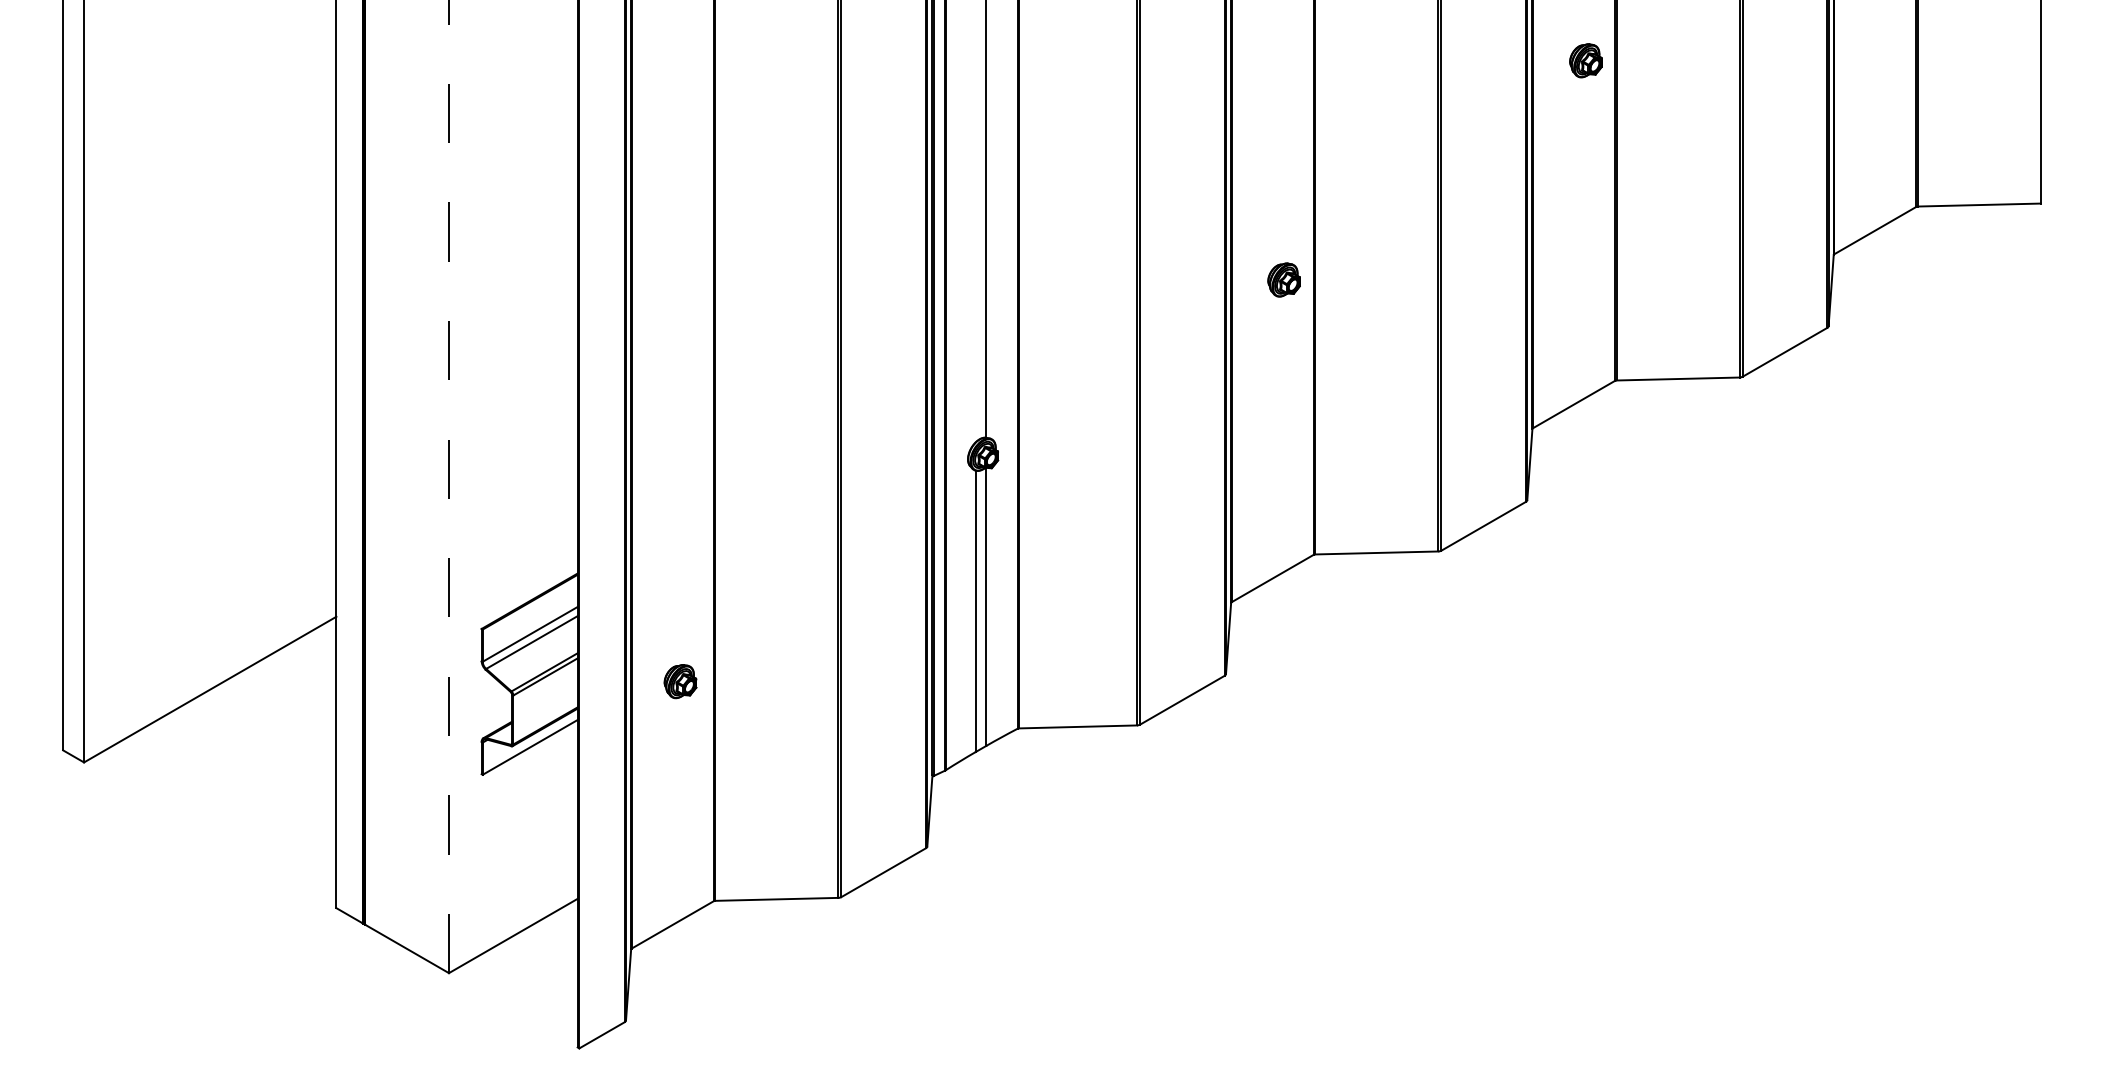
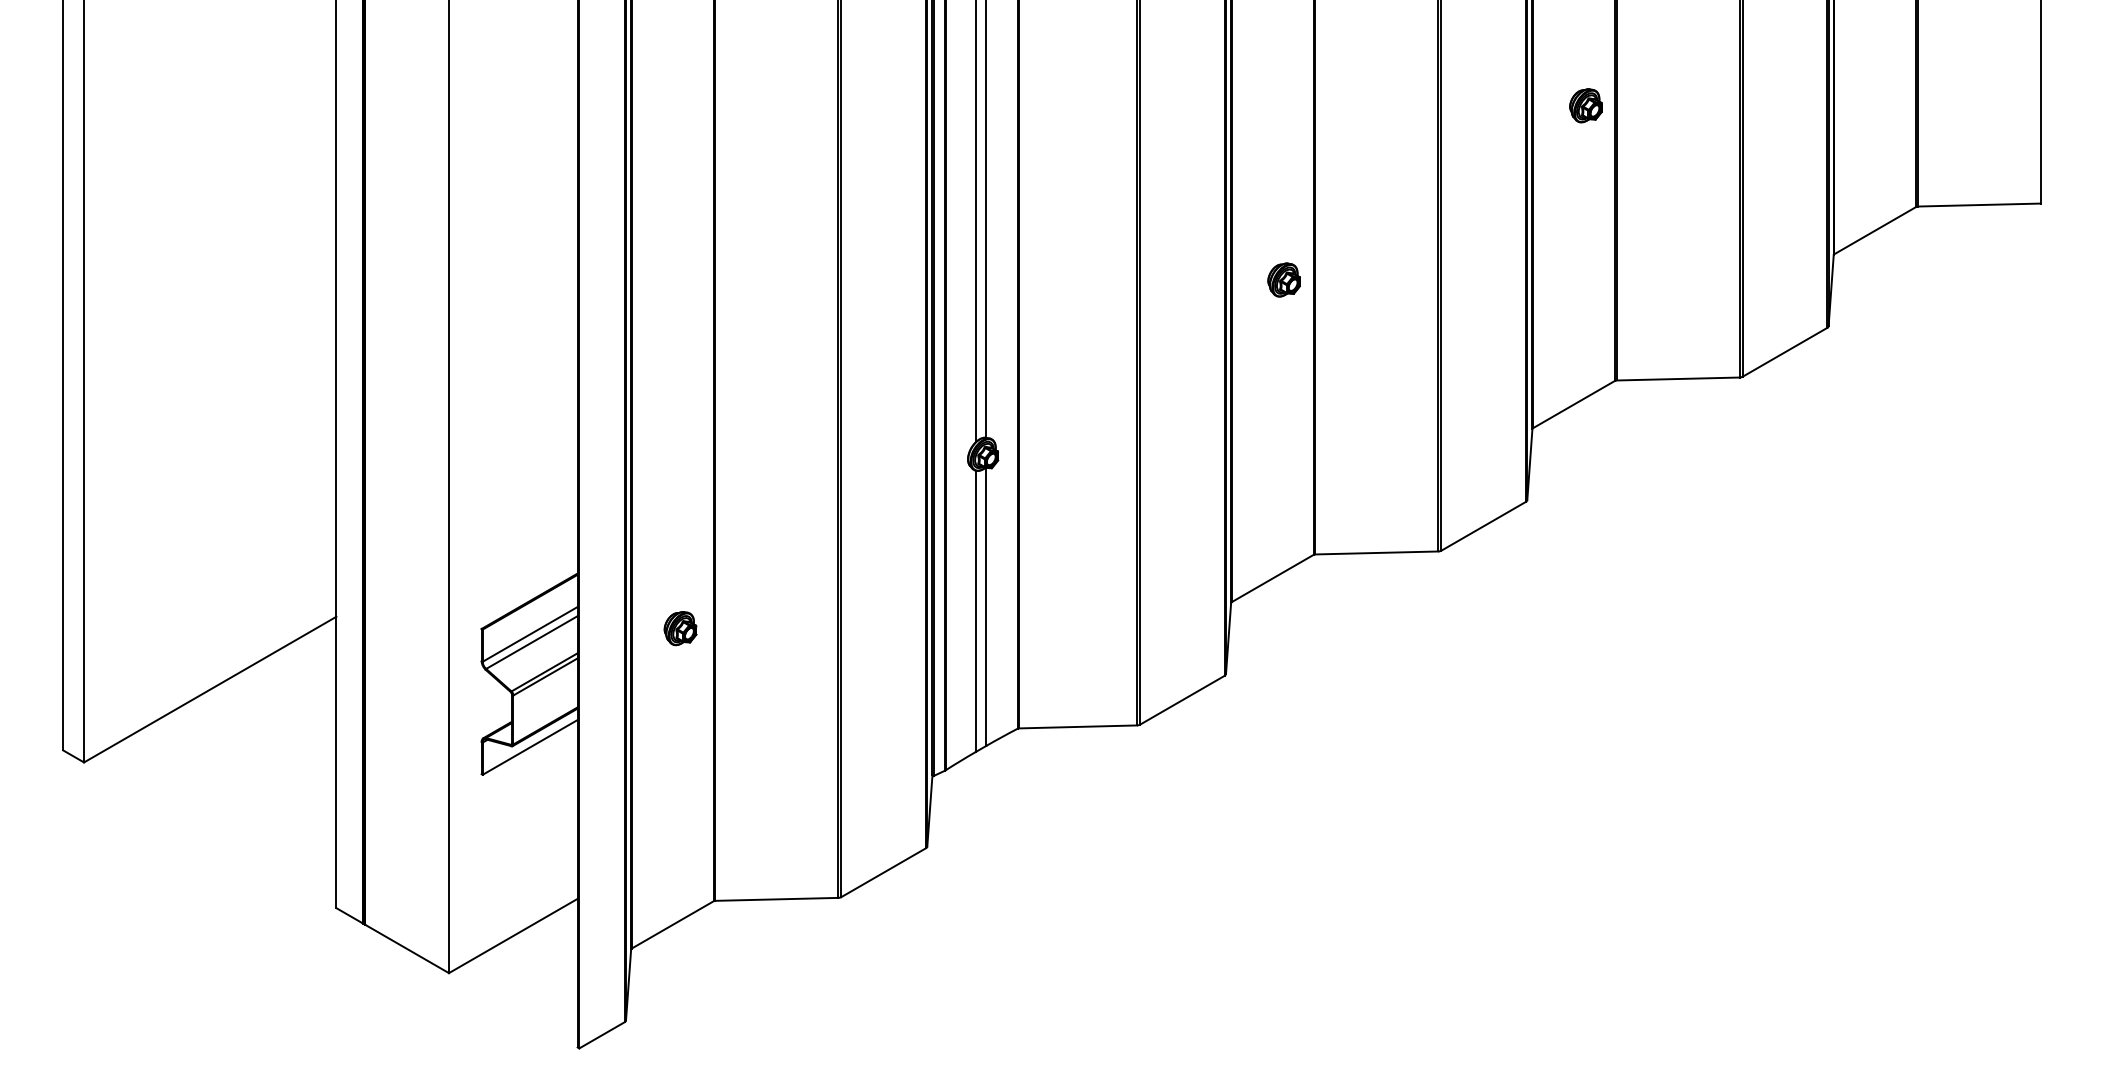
part at (1585, 60) position: (1585, 60) -> (1585, 105)
line at (975, 221): none -> present
line at (448, 486): dashed -> solid
part at (680, 681) position: (680, 681) -> (680, 628)
